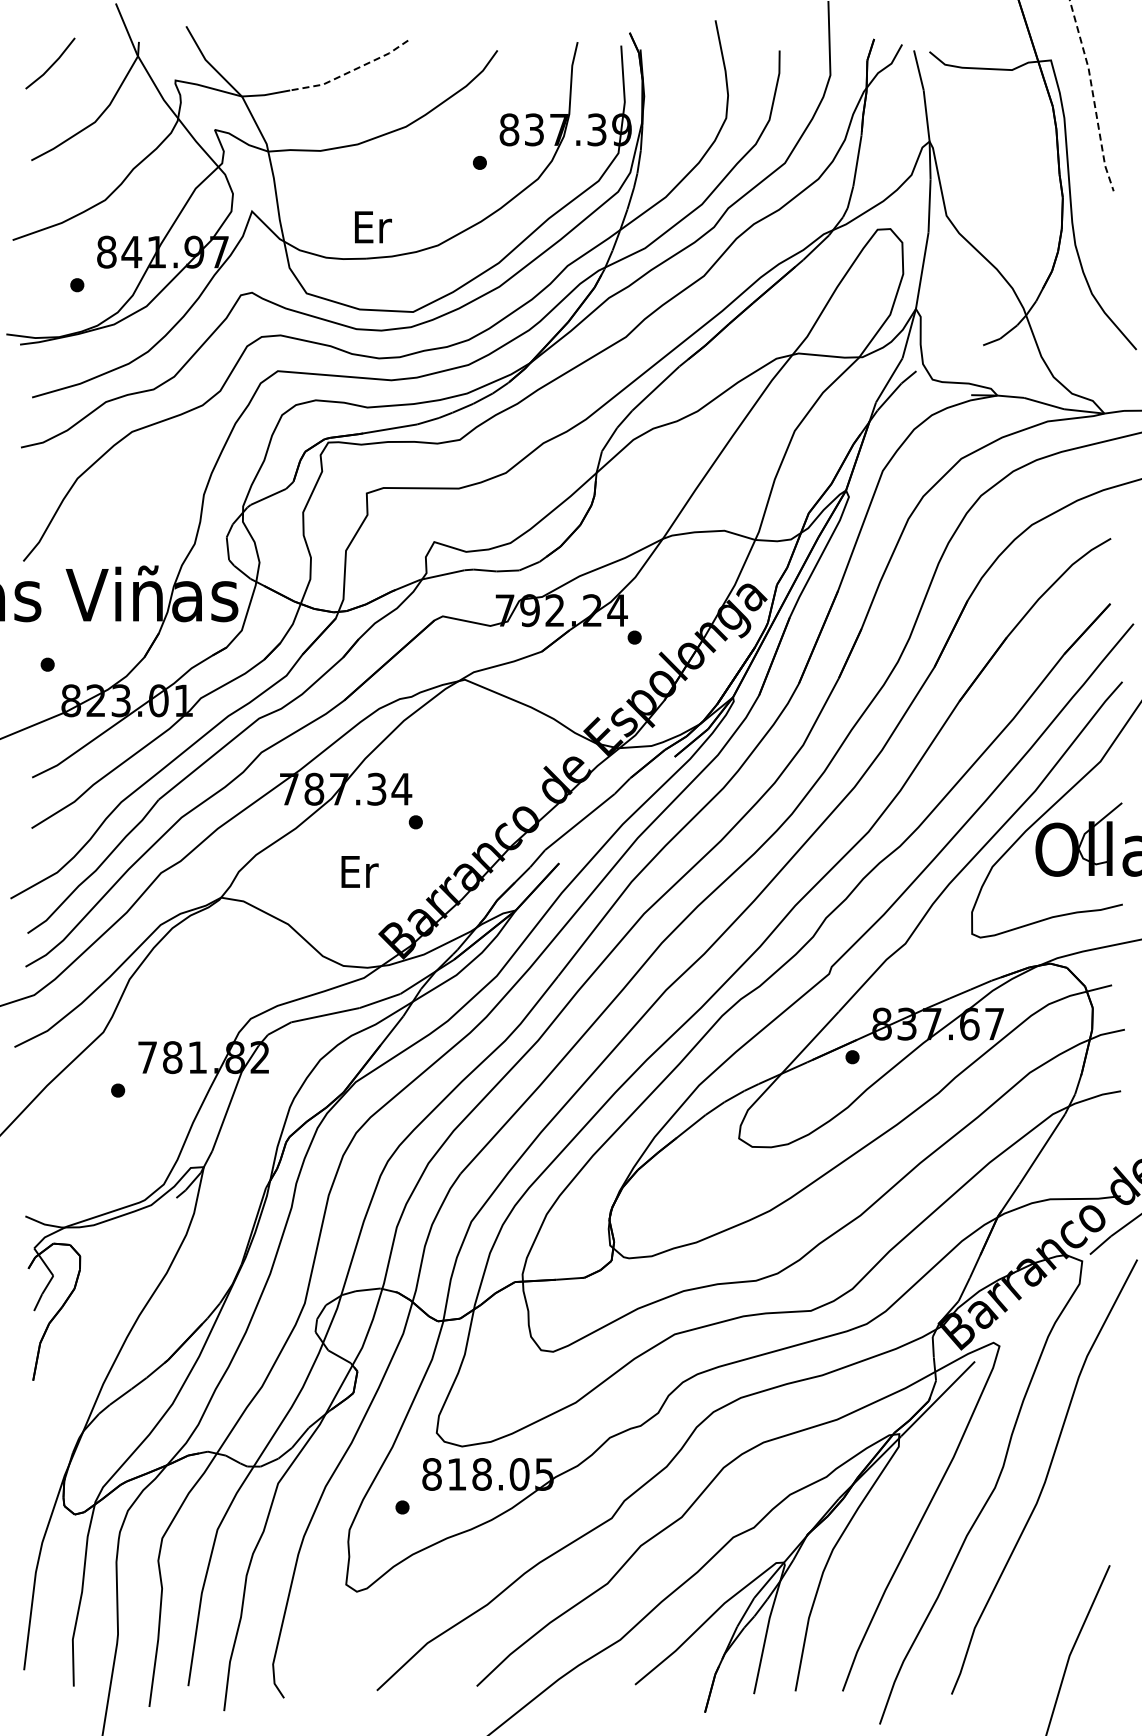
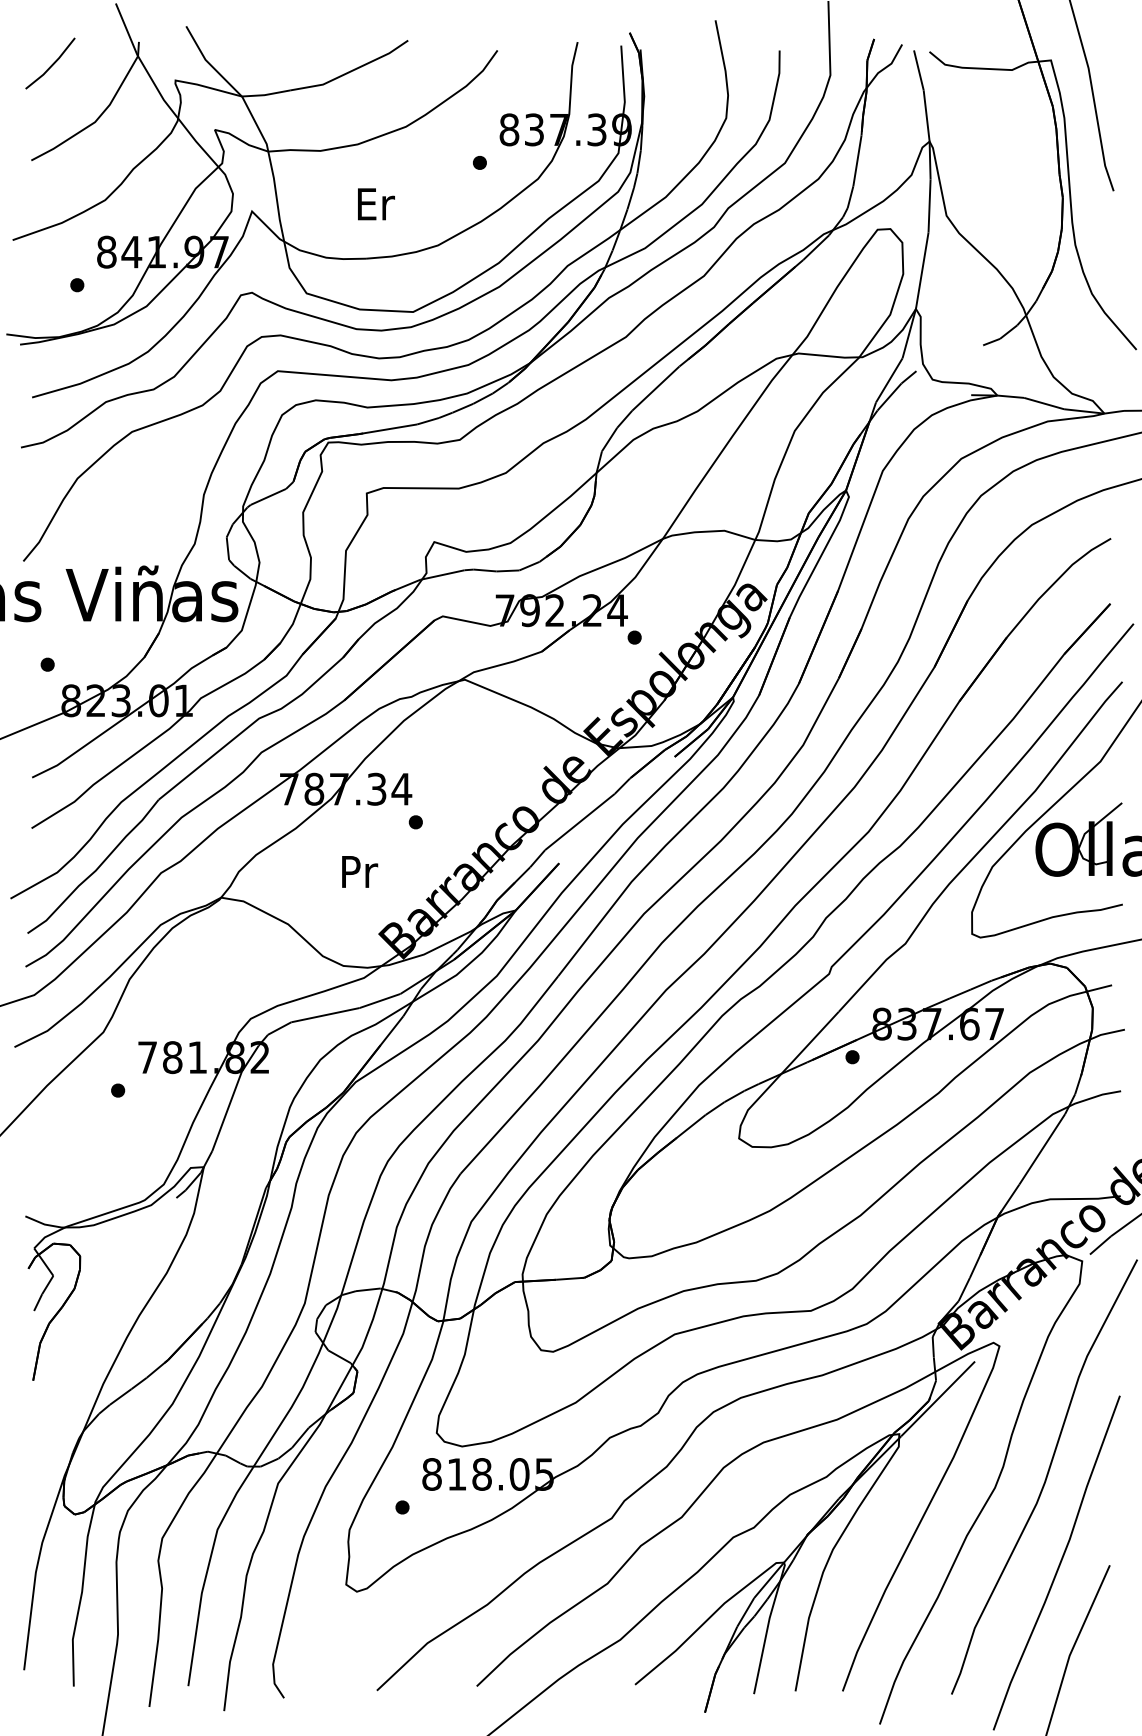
line at (350, 71): dashed -> solid
line at (1093, 95): dashed -> solid
text at (373, 227) position: (373, 227) -> (376, 204)
text at (359, 871): Er -> Pr
curve at (1058, 1564): none -> present
